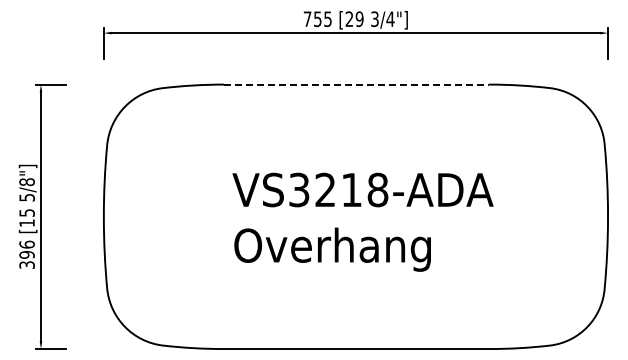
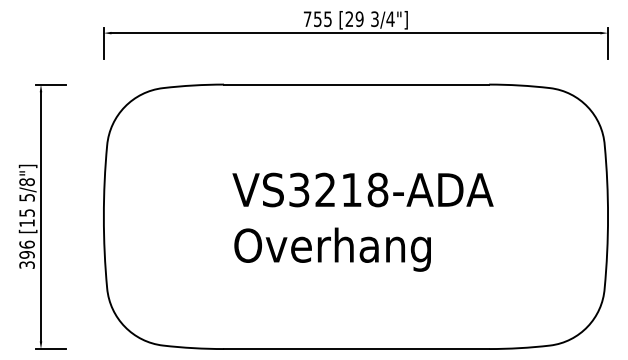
line at (356, 84): dashed -> solid
